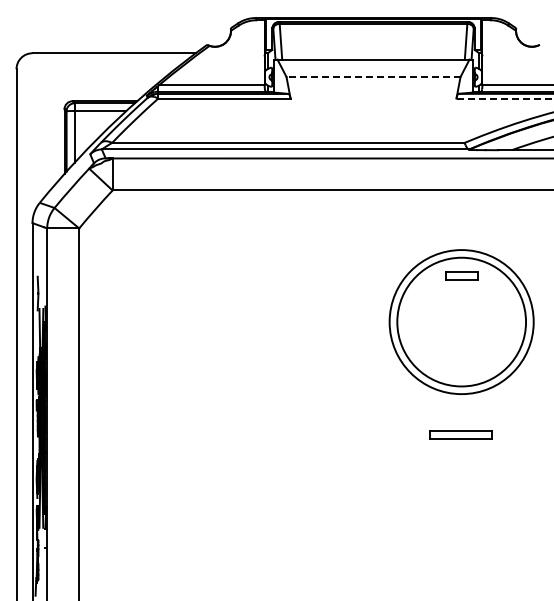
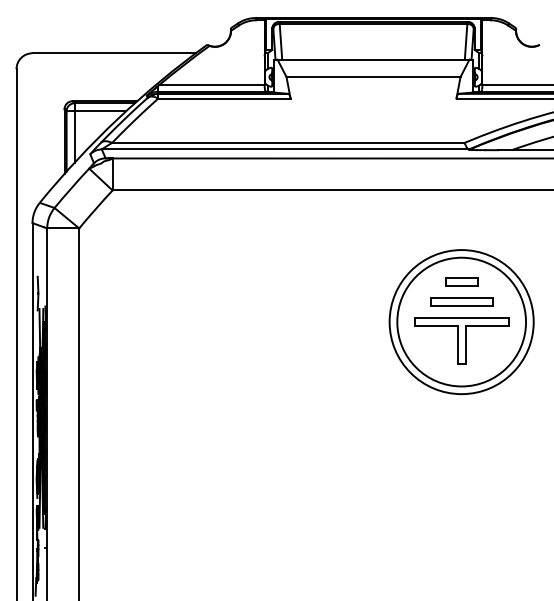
line at (373, 77): dashed -> solid
line at (505, 98): dashed -> solid
part at (461, 275) position: (461, 275) -> (461, 281)
part at (461, 340): none -> present
part at (460, 434) position: (460, 434) -> (461, 301)
